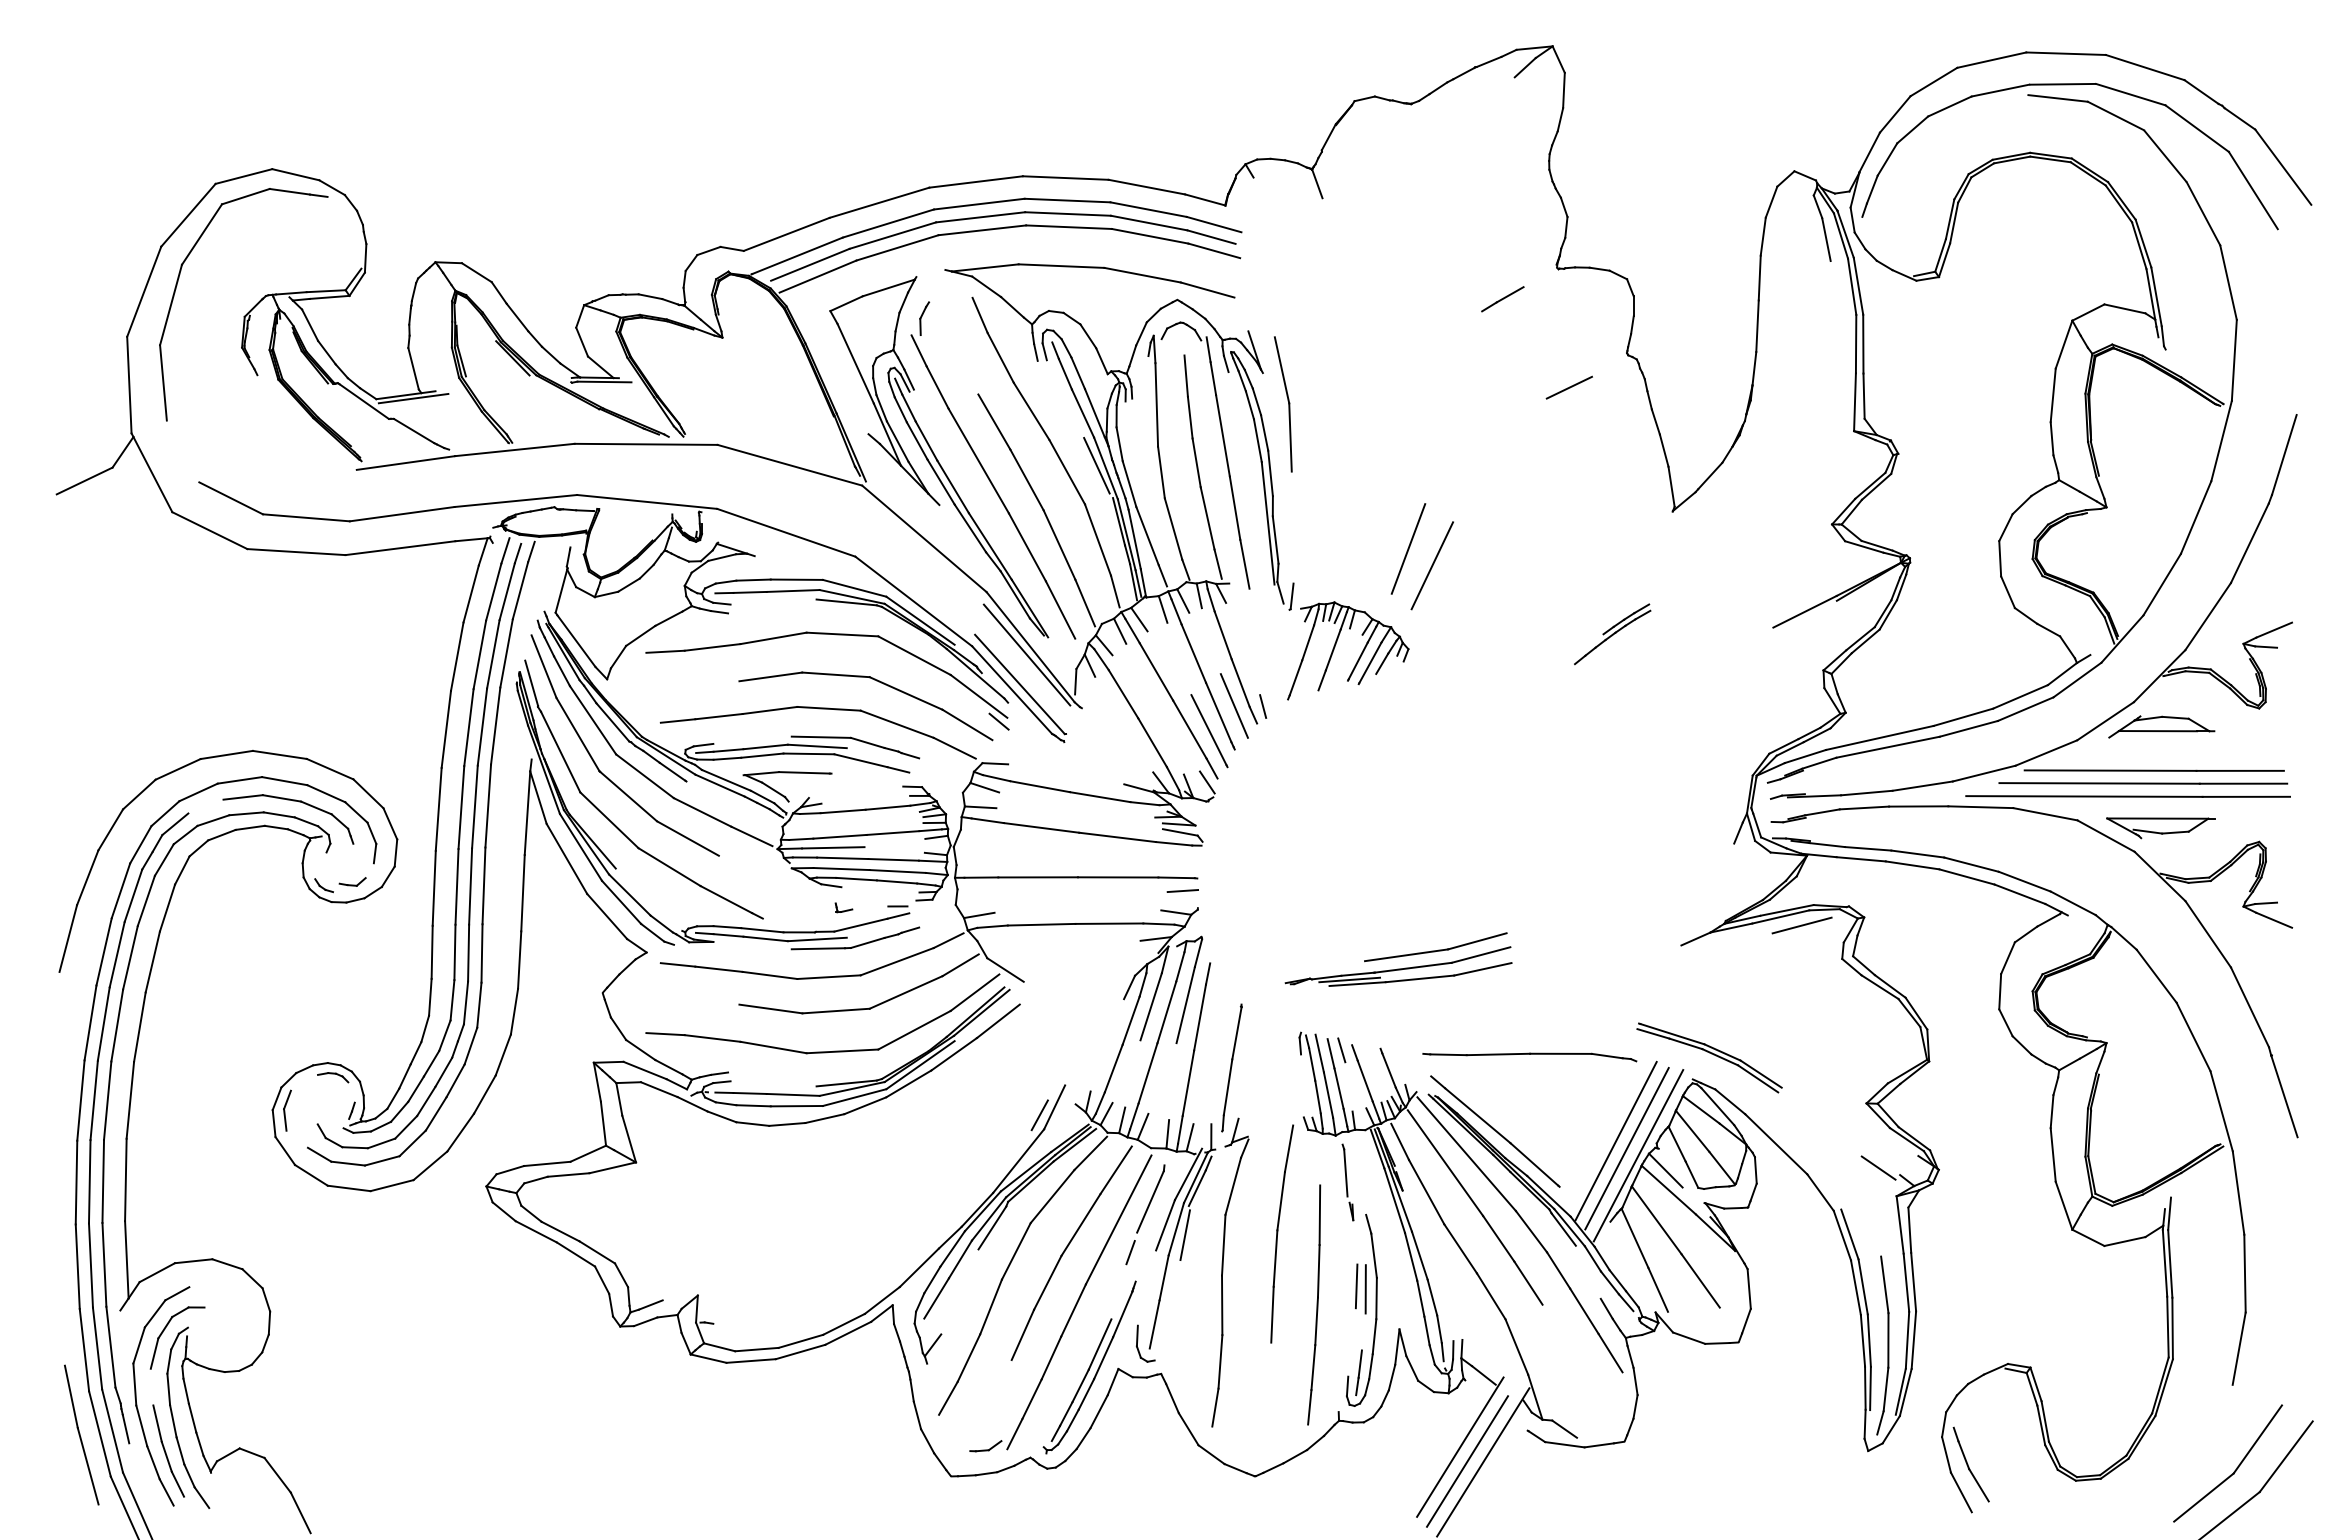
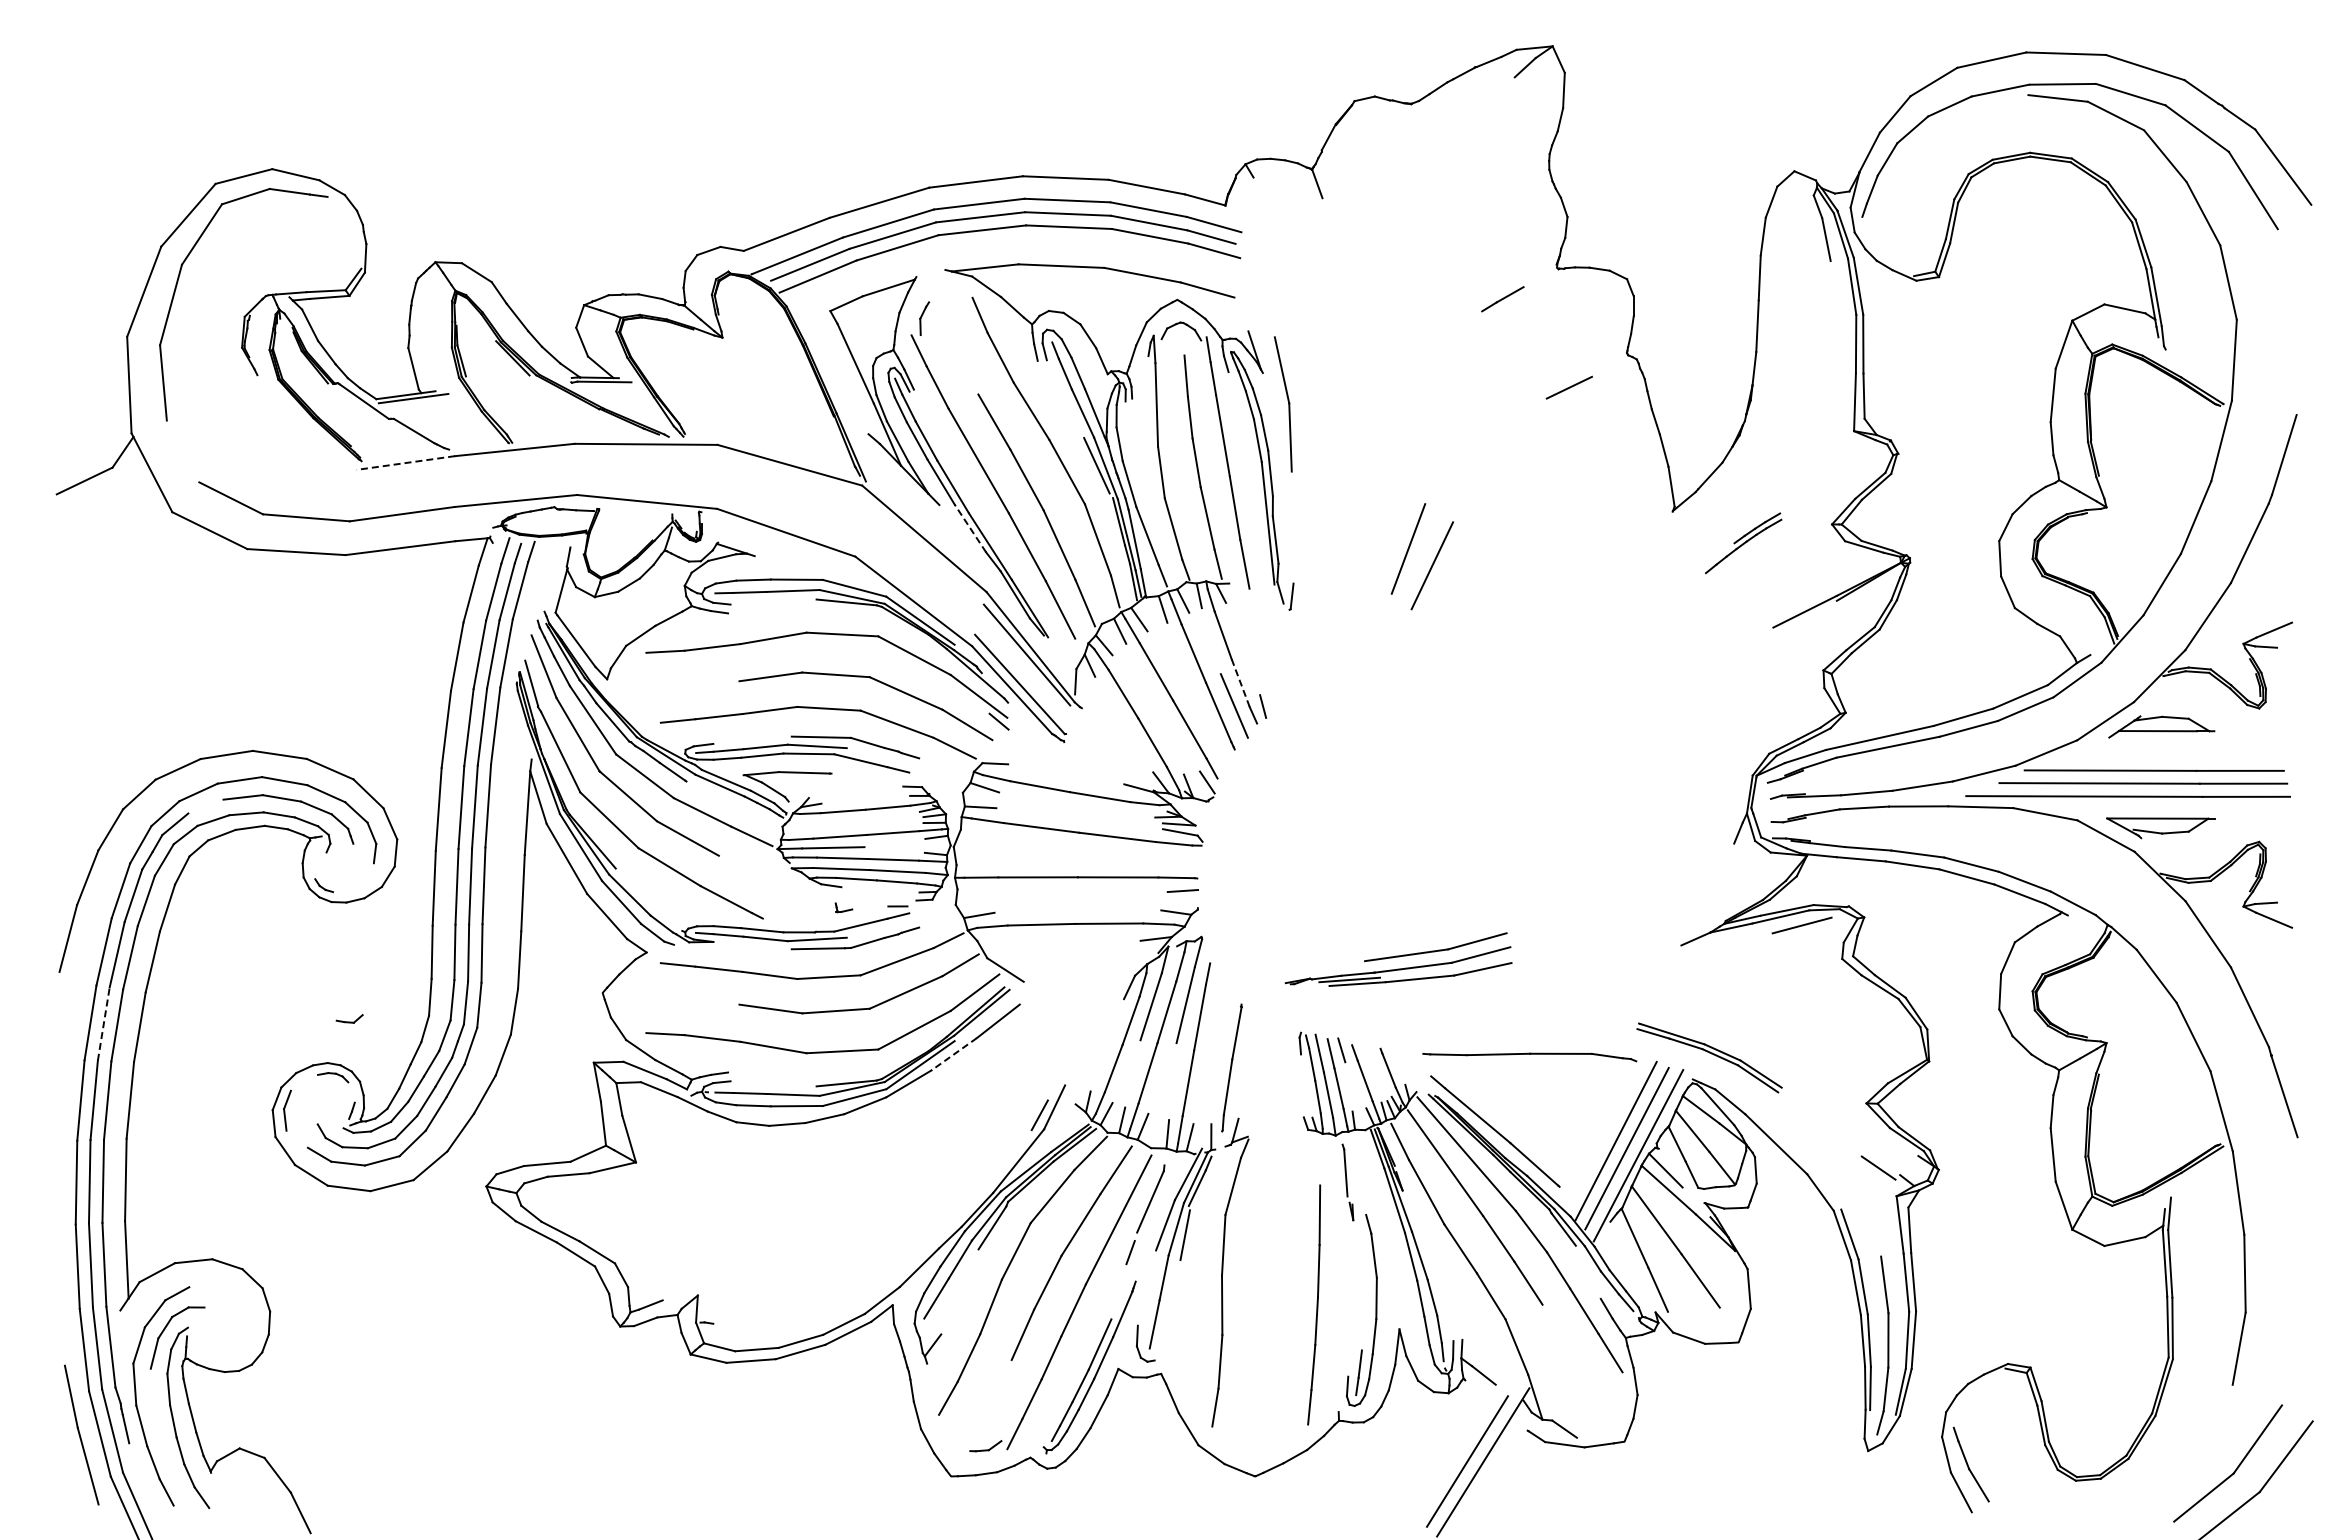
line at (405, 463): solid -> dashed
line at (970, 528): solid -> dashed
part at (1612, 634) position: (1612, 634) -> (1743, 543)
part at (1359, 656): present -> none
line at (1240, 683): solid -> dashed
line at (1209, 731): present -> none
part at (352, 881) position: (352, 881) -> (349, 1018)
line at (103, 1023): solid -> dashed
line at (954, 1054): solid -> dashed
part at (1282, 1233): present -> none
line at (1356, 1286): present -> none
line at (1365, 1289): present -> none
line at (1460, 1446): present -> none
part at (168, 1450): present -> none
